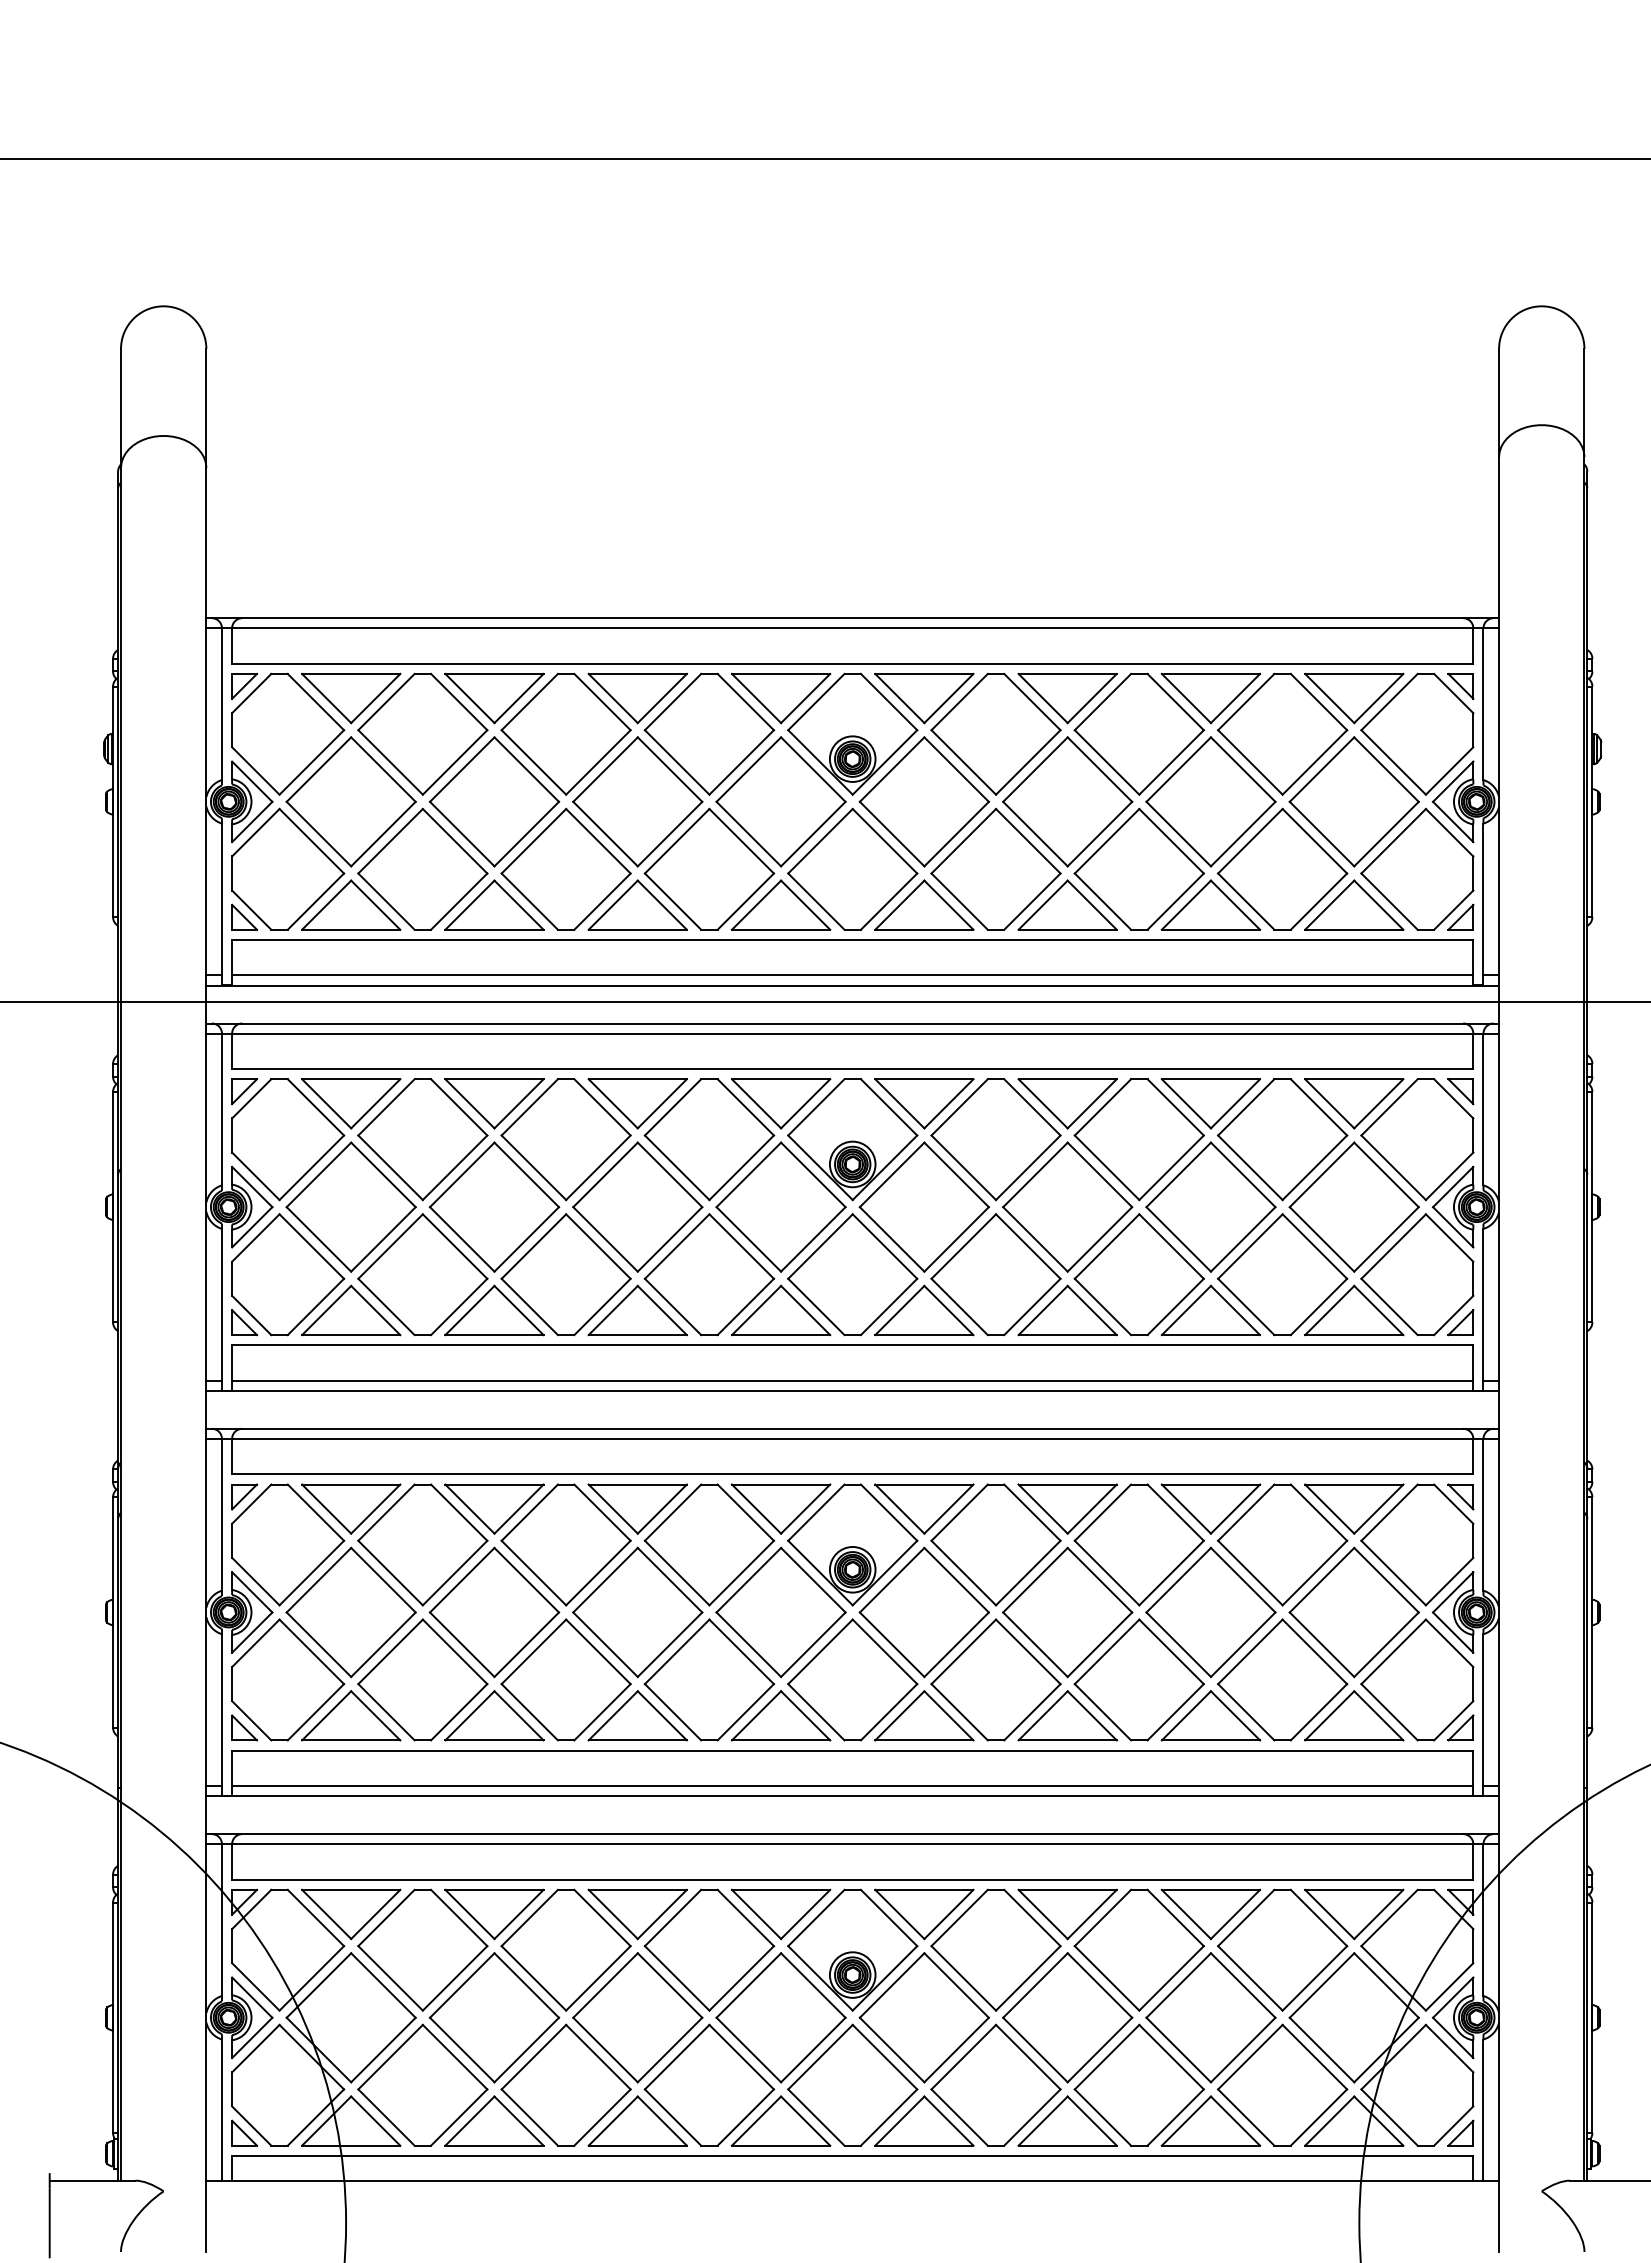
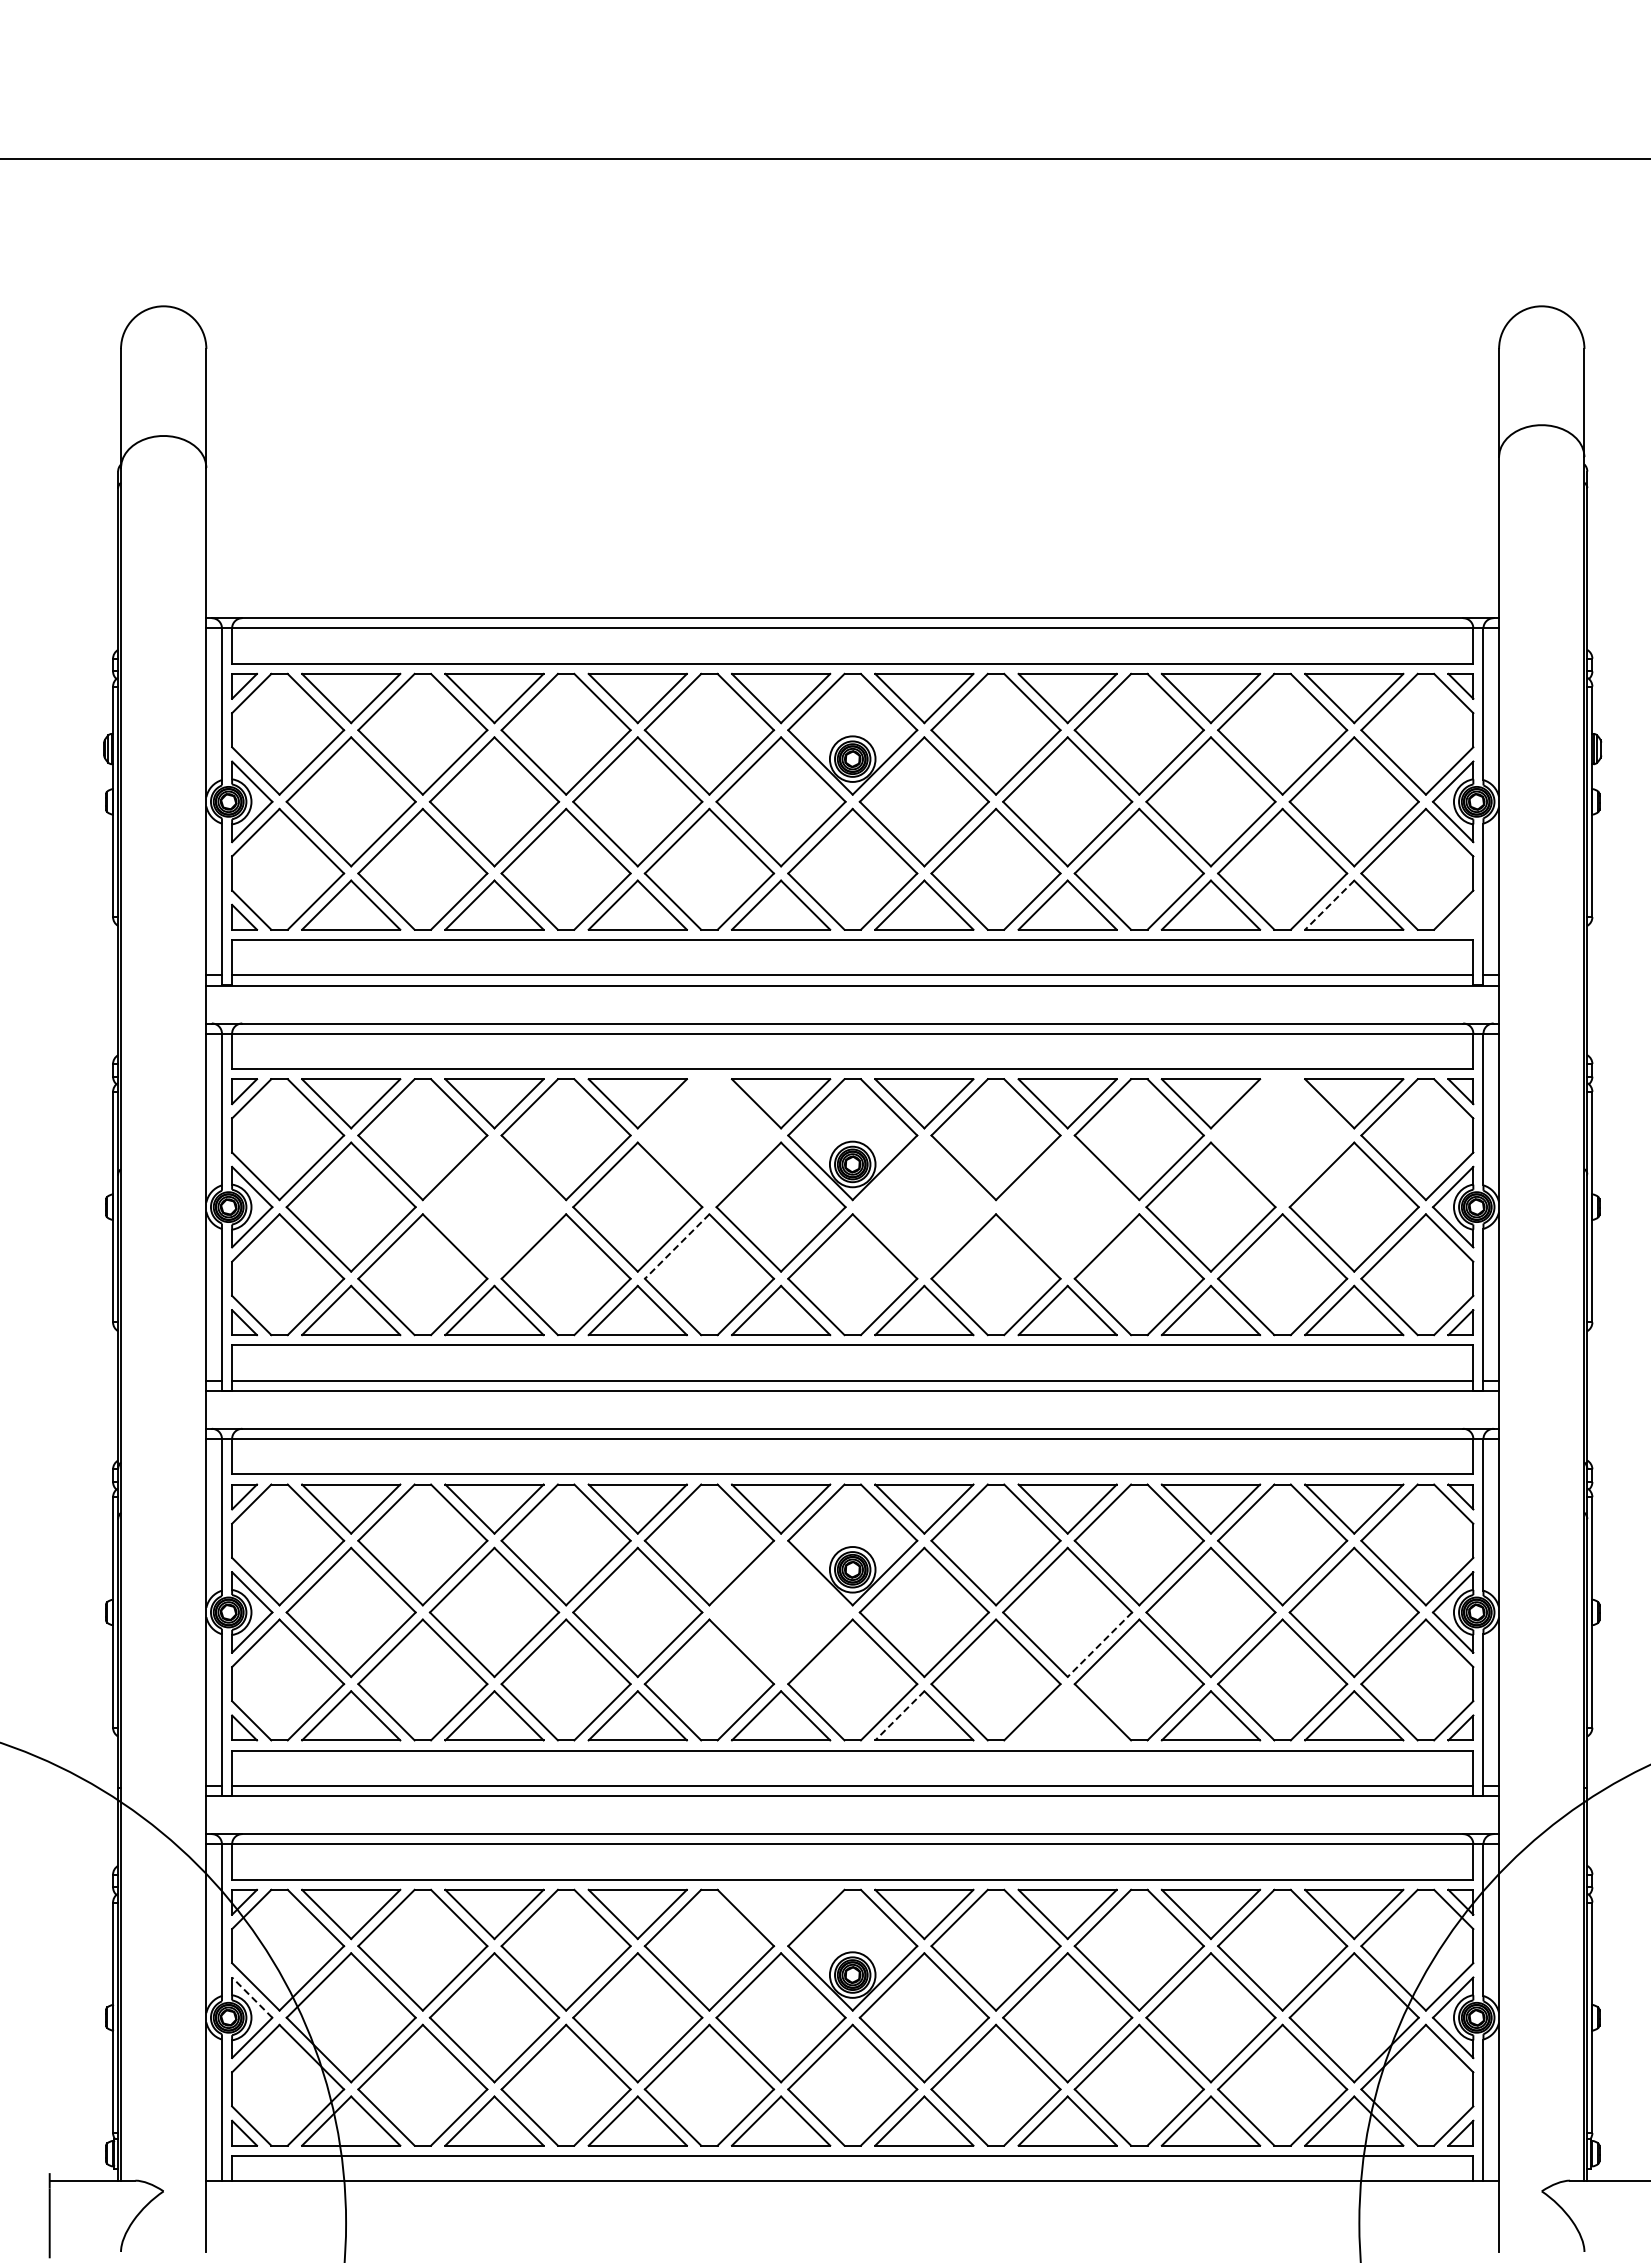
line at (1329, 905): solid -> dashed
part at (1460, 916): present -> none
line at (824, 1002): present -> none
part at (709, 1139): present -> none
part at (1282, 1139): present -> none
part at (494, 1206): present -> none
part at (923, 1206): present -> none
part at (1067, 1206): present -> none
line at (677, 1246): solid -> dashed
part at (780, 1612): present -> none
line at (1099, 1644): solid -> dashed
line at (899, 1715): solid -> dashed
part at (1067, 1715): present -> none
part at (781, 1914): present -> none
line at (251, 1997): solid -> dashed
